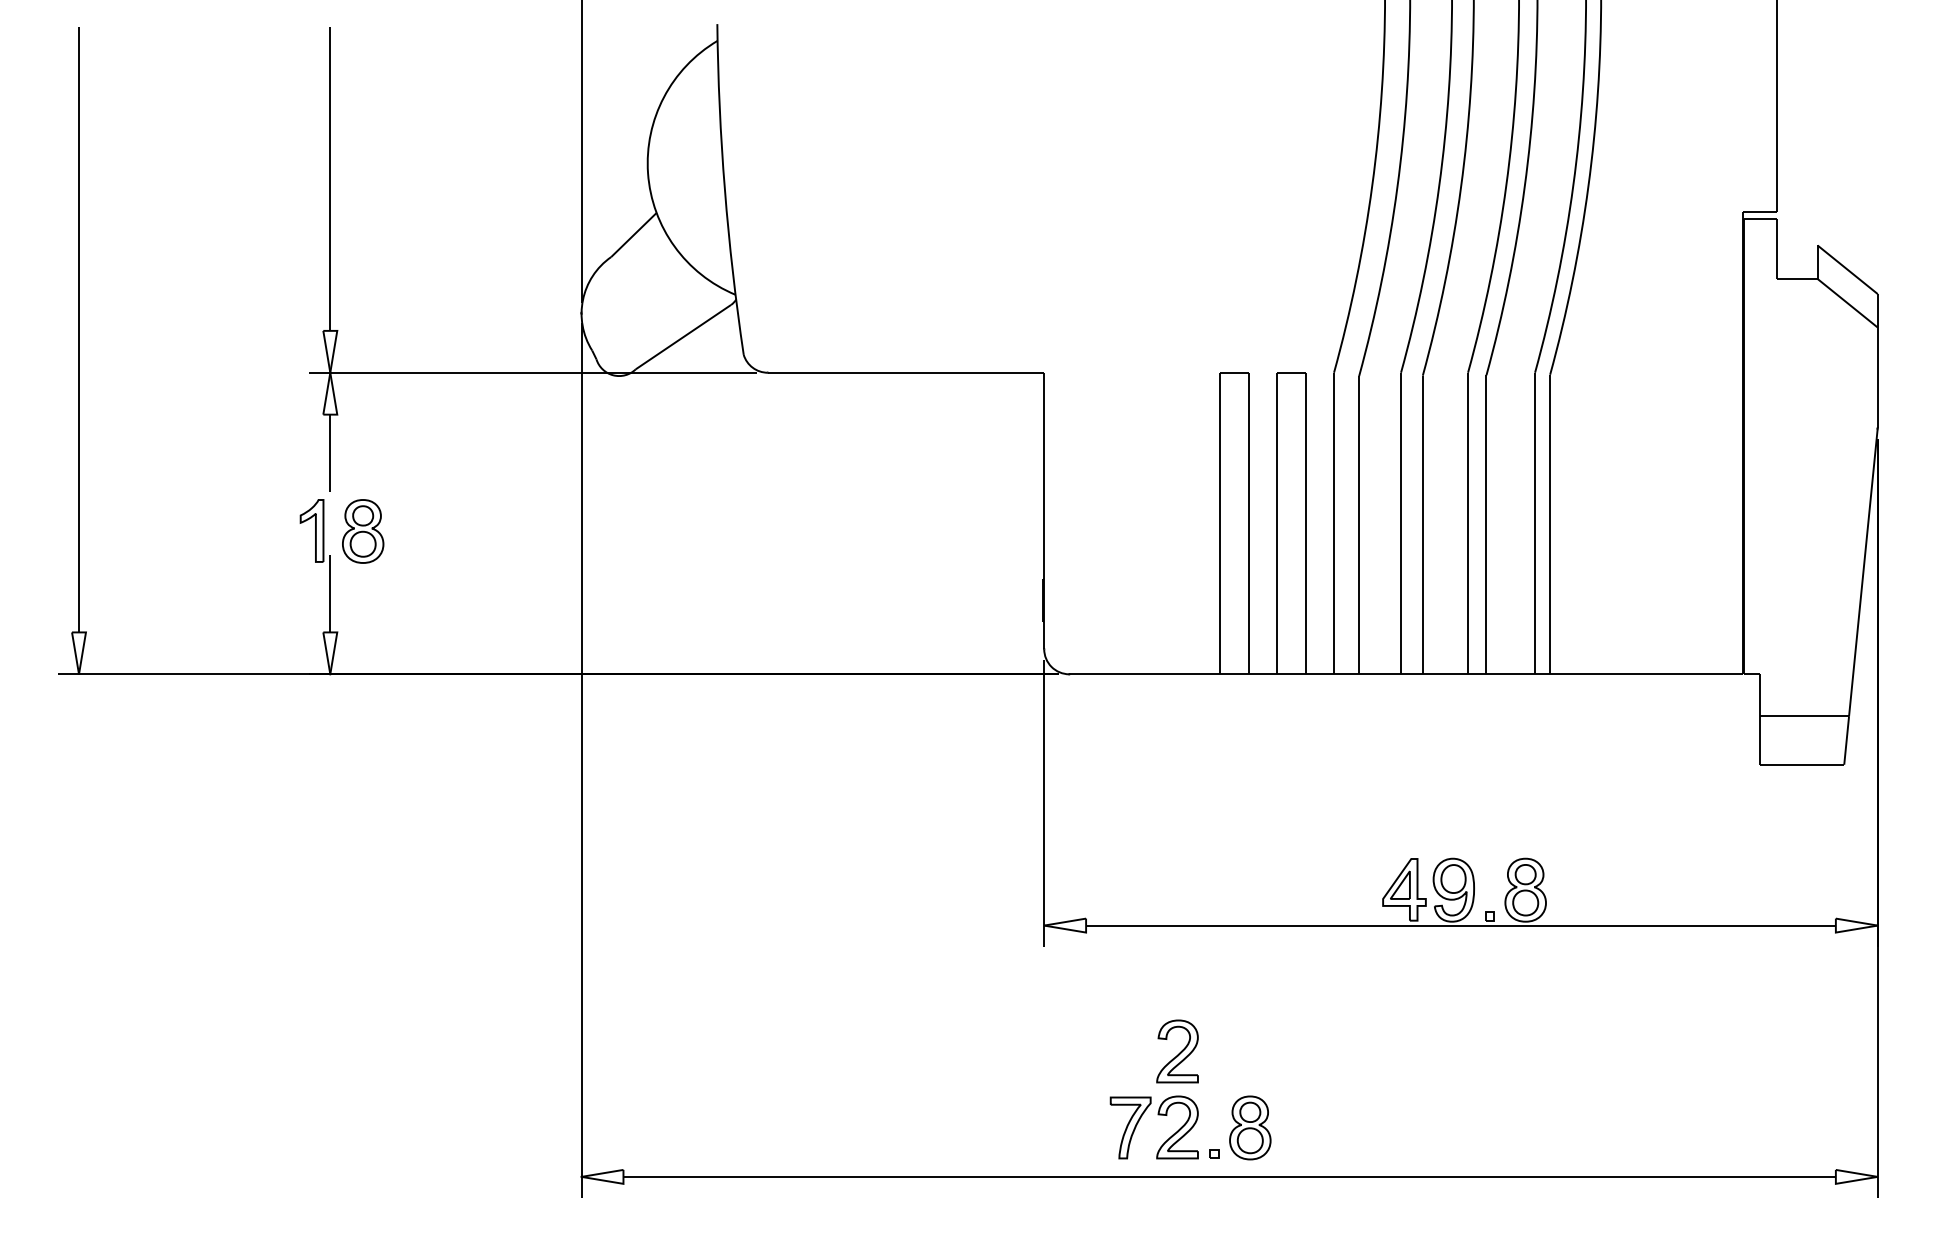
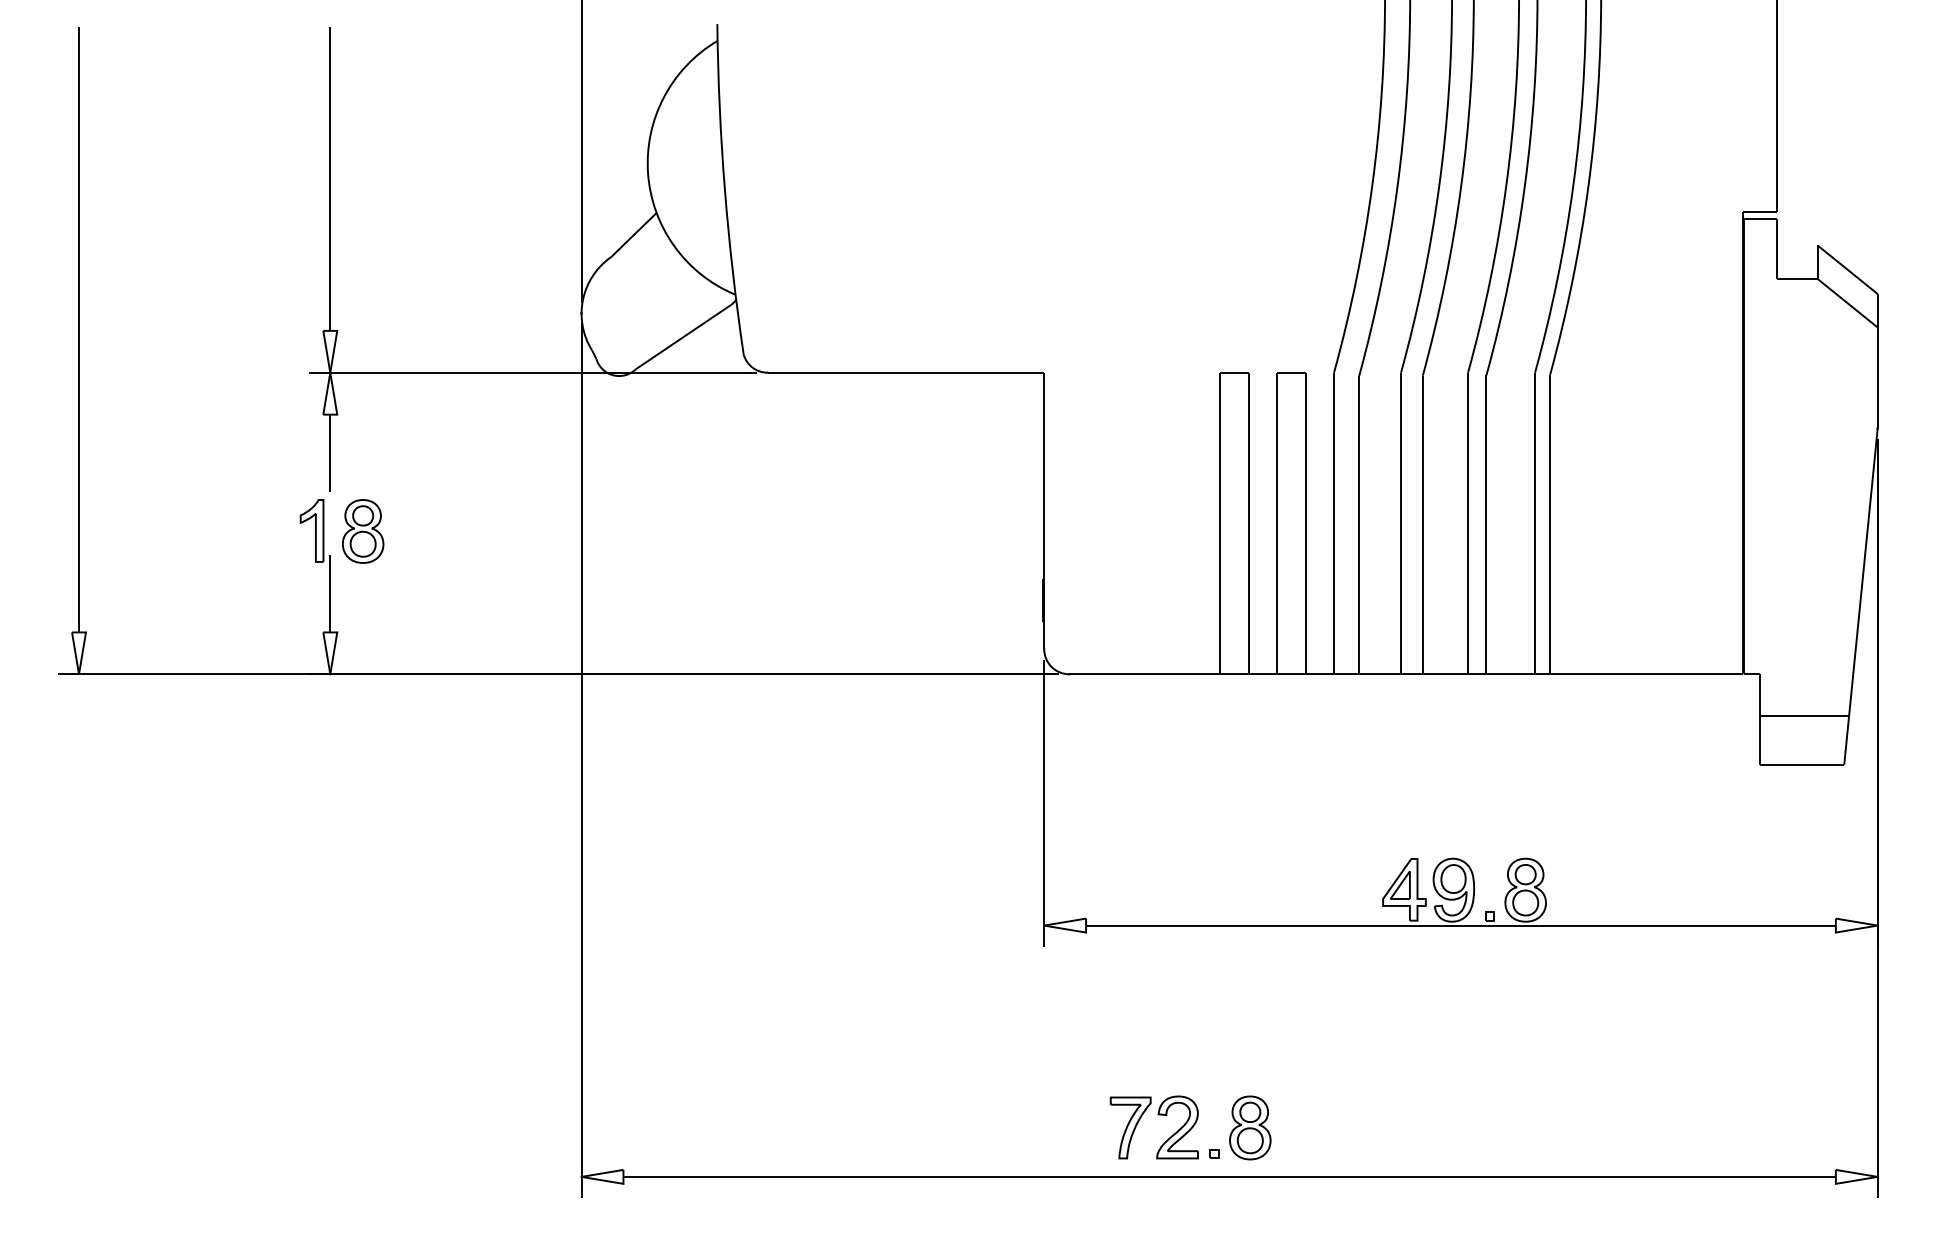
part at (1177, 1051): present -> none
